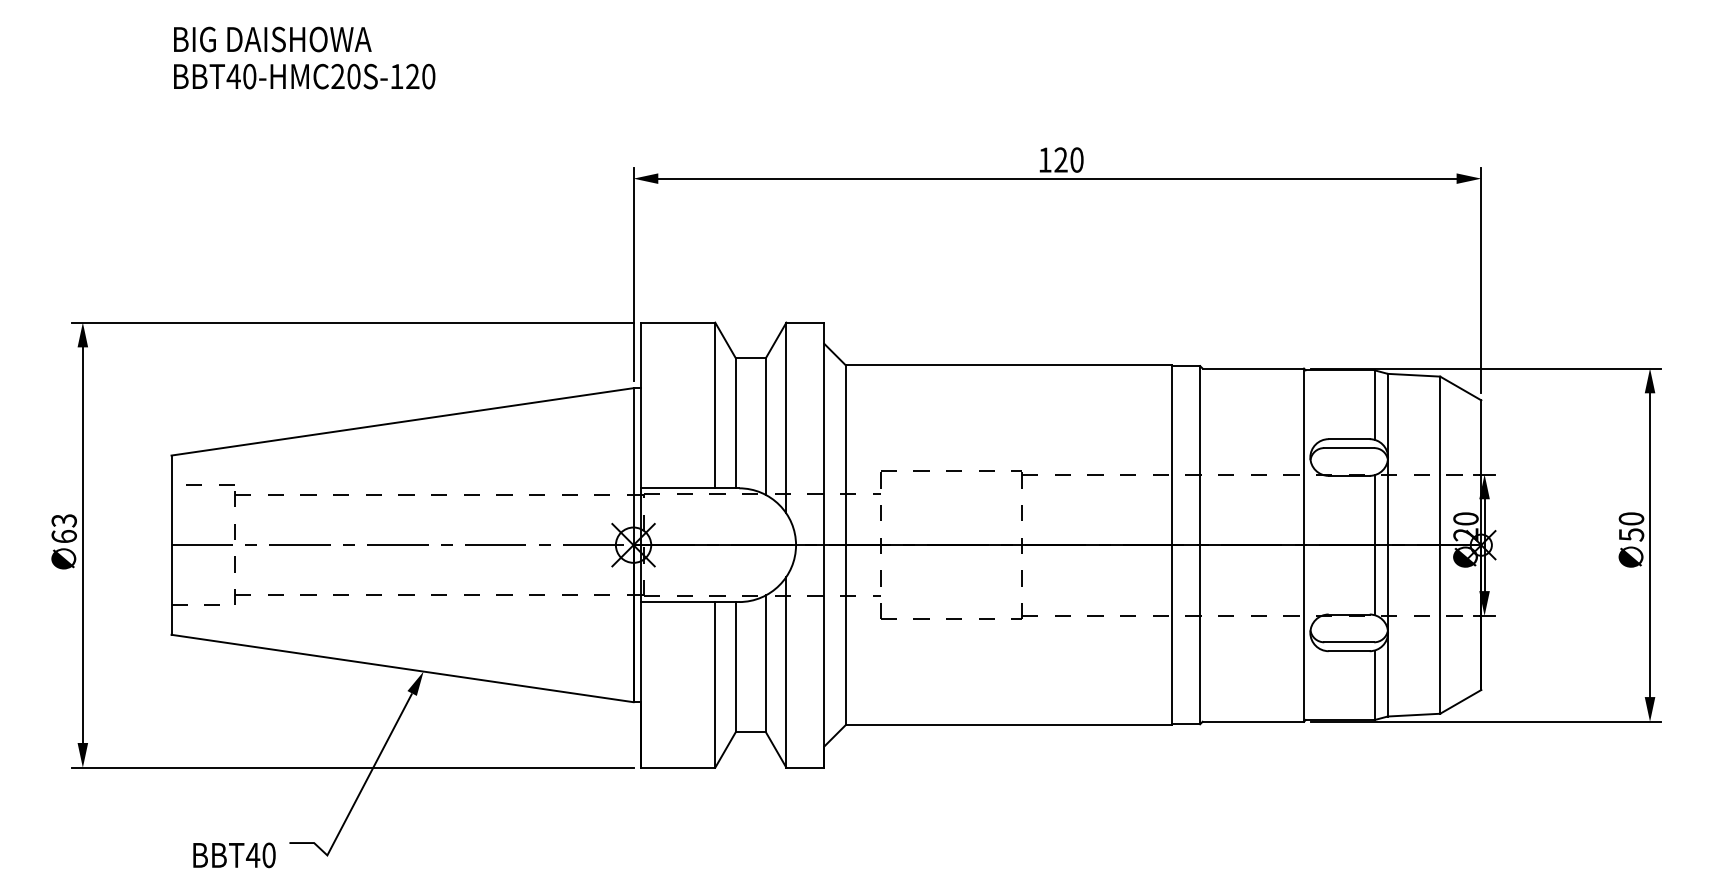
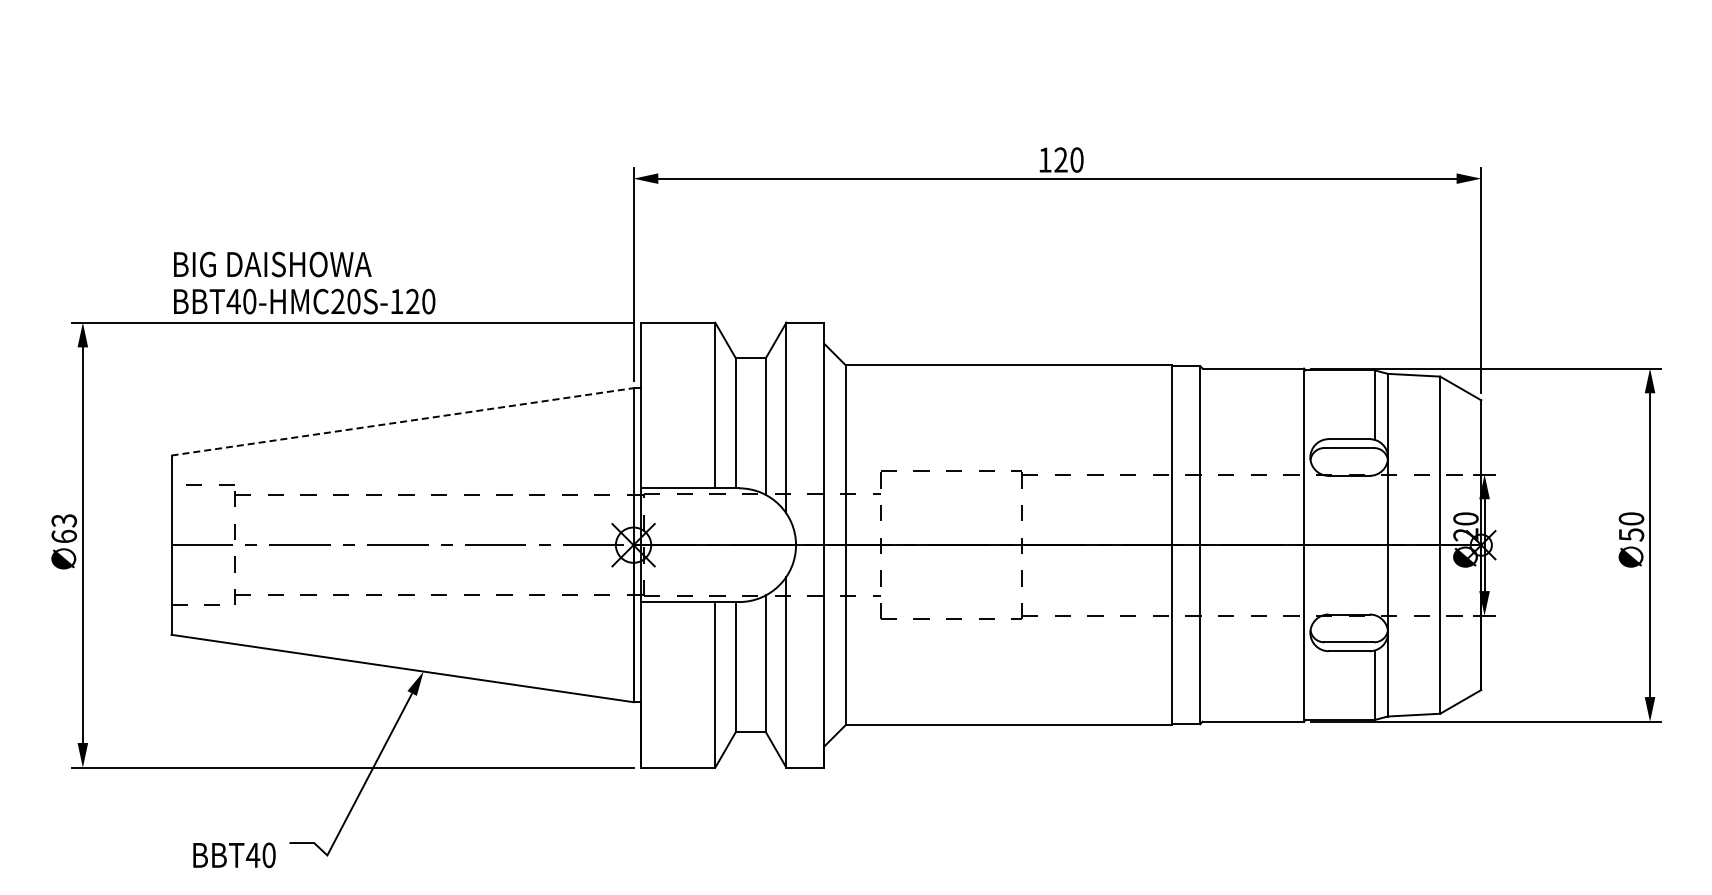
text at (304, 57) position: (304, 57) -> (304, 282)
line at (403, 421): solid -> dashed
line at (1374, 545): present -> none
